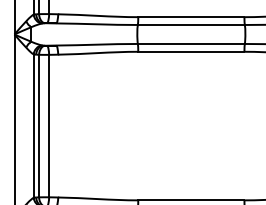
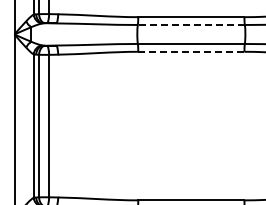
line at (190, 25): solid -> dashed
line at (191, 51): solid -> dashed
